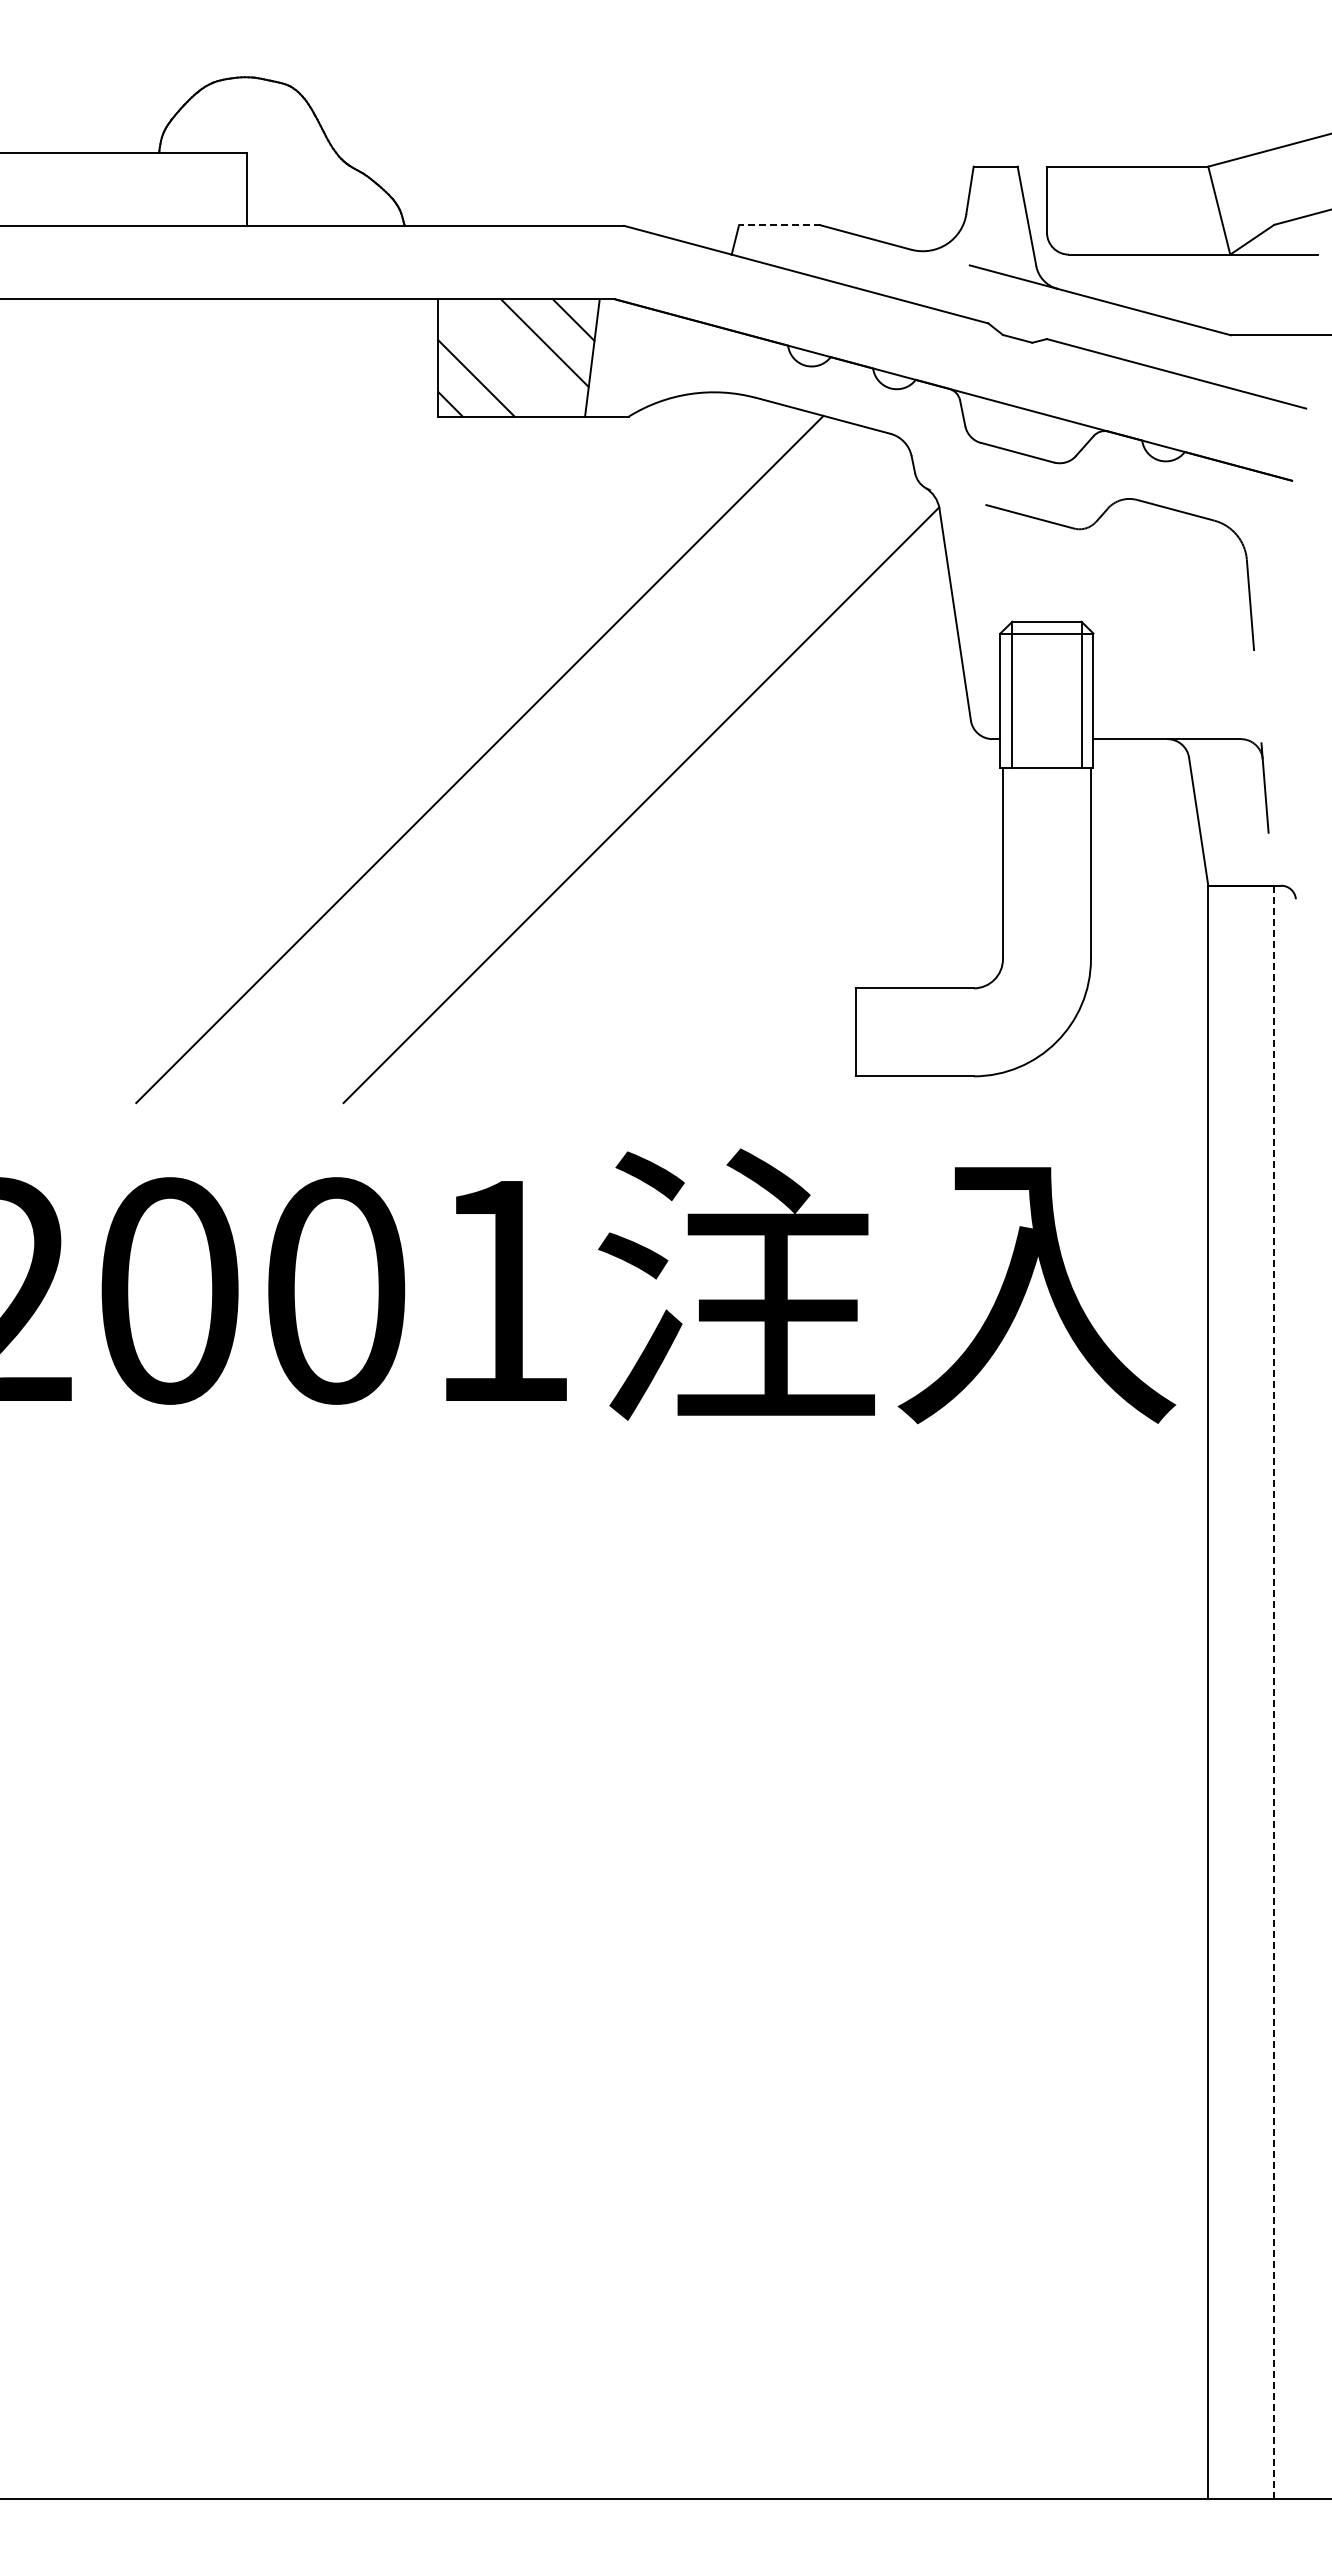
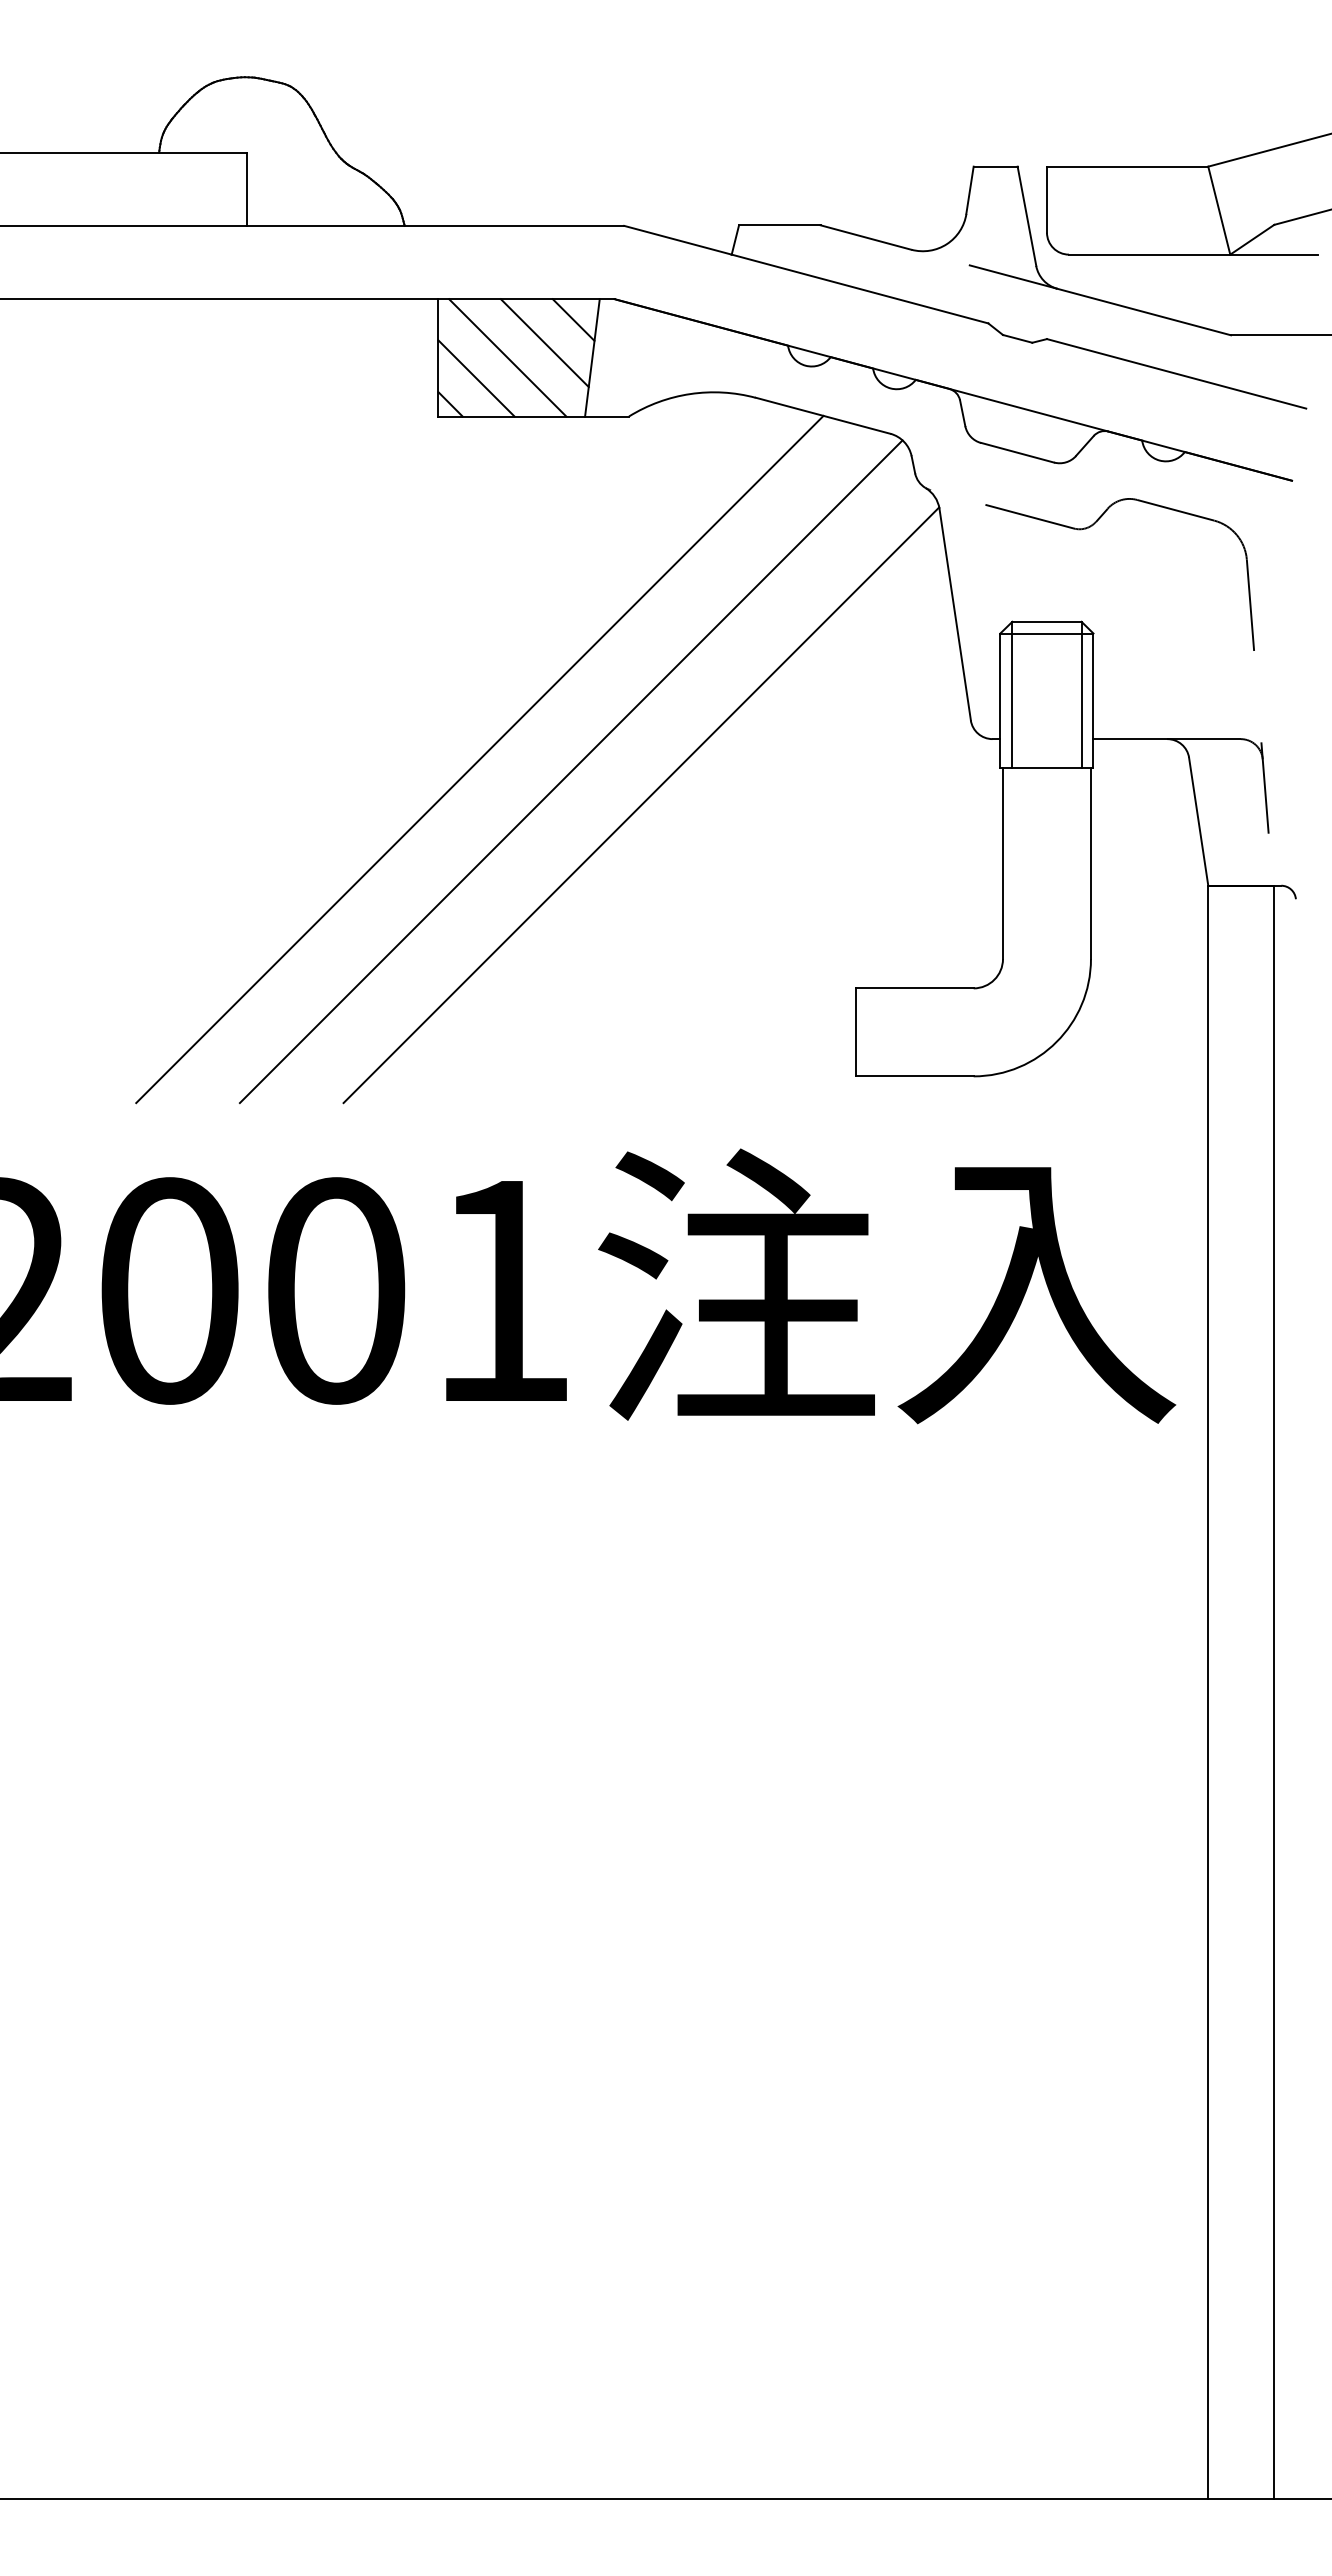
line at (779, 225): dashed -> solid
line at (507, 357): none -> present
line at (570, 771): none -> present
line at (1274, 1692): dashed -> solid
